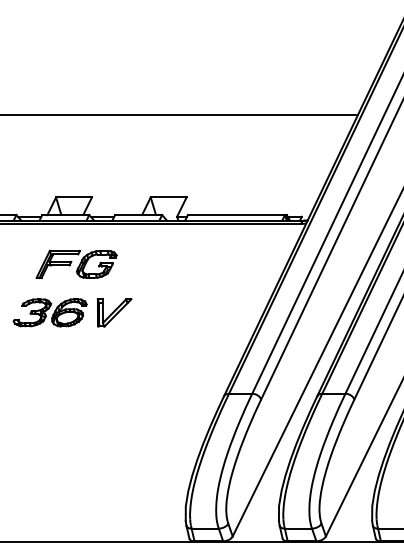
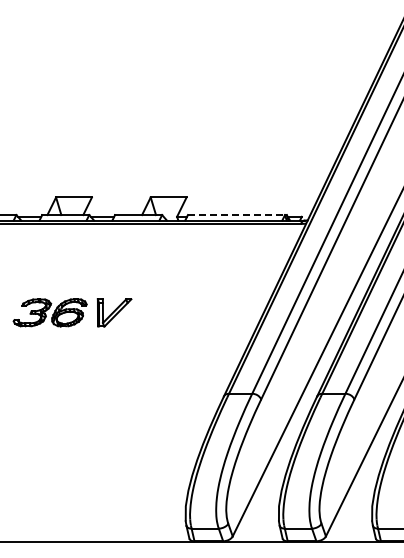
line at (179, 115): present -> none
line at (237, 215): solid -> dashed
part at (76, 263): present -> none
